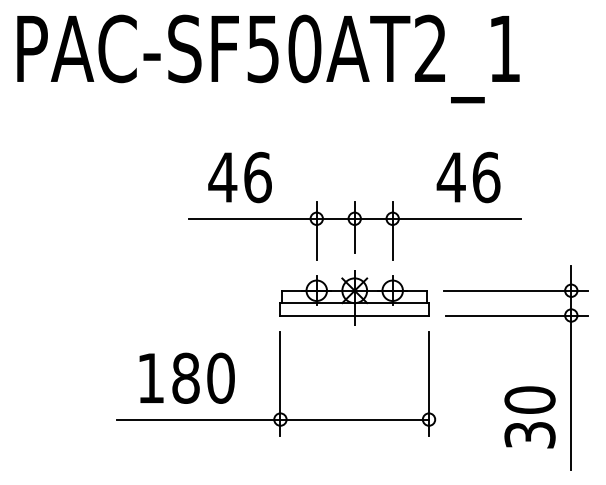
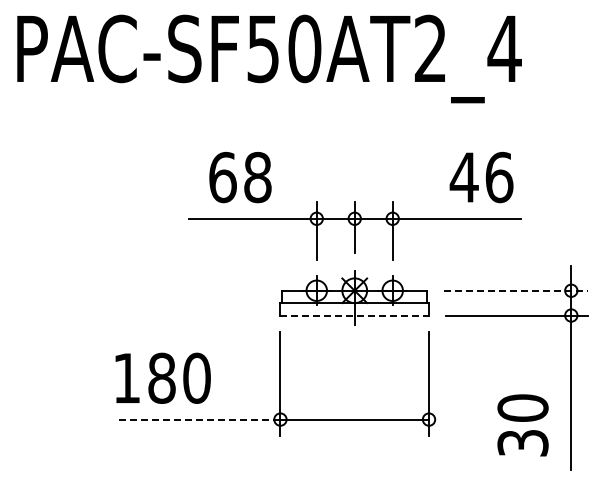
text at (504, 48): PAC-SF50AT2_1 -> PAC-SF50AT2_4
text at (239, 177): 46 -> 68
text at (468, 177) position: (468, 177) -> (481, 177)
line at (515, 290): solid -> dashed
line at (355, 315): solid -> dashed
text at (186, 377) position: (186, 377) -> (162, 377)
text at (529, 417) position: (529, 417) -> (522, 425)
line at (198, 419): solid -> dashed
